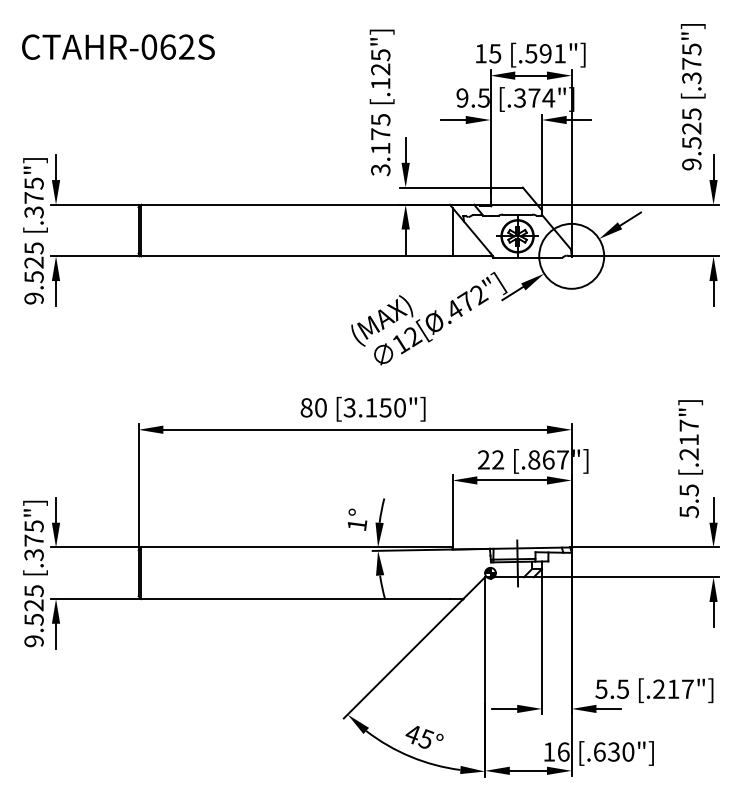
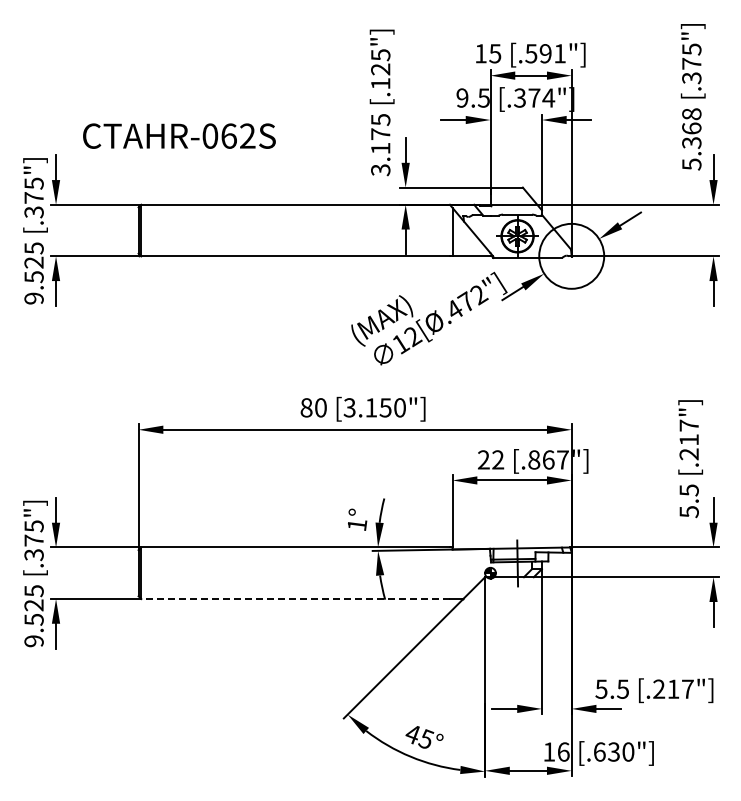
text at (118, 46) position: (118, 46) -> (179, 135)
text at (691, 139): 9.525 -> 5.368
line at (295, 599): solid -> dashed
